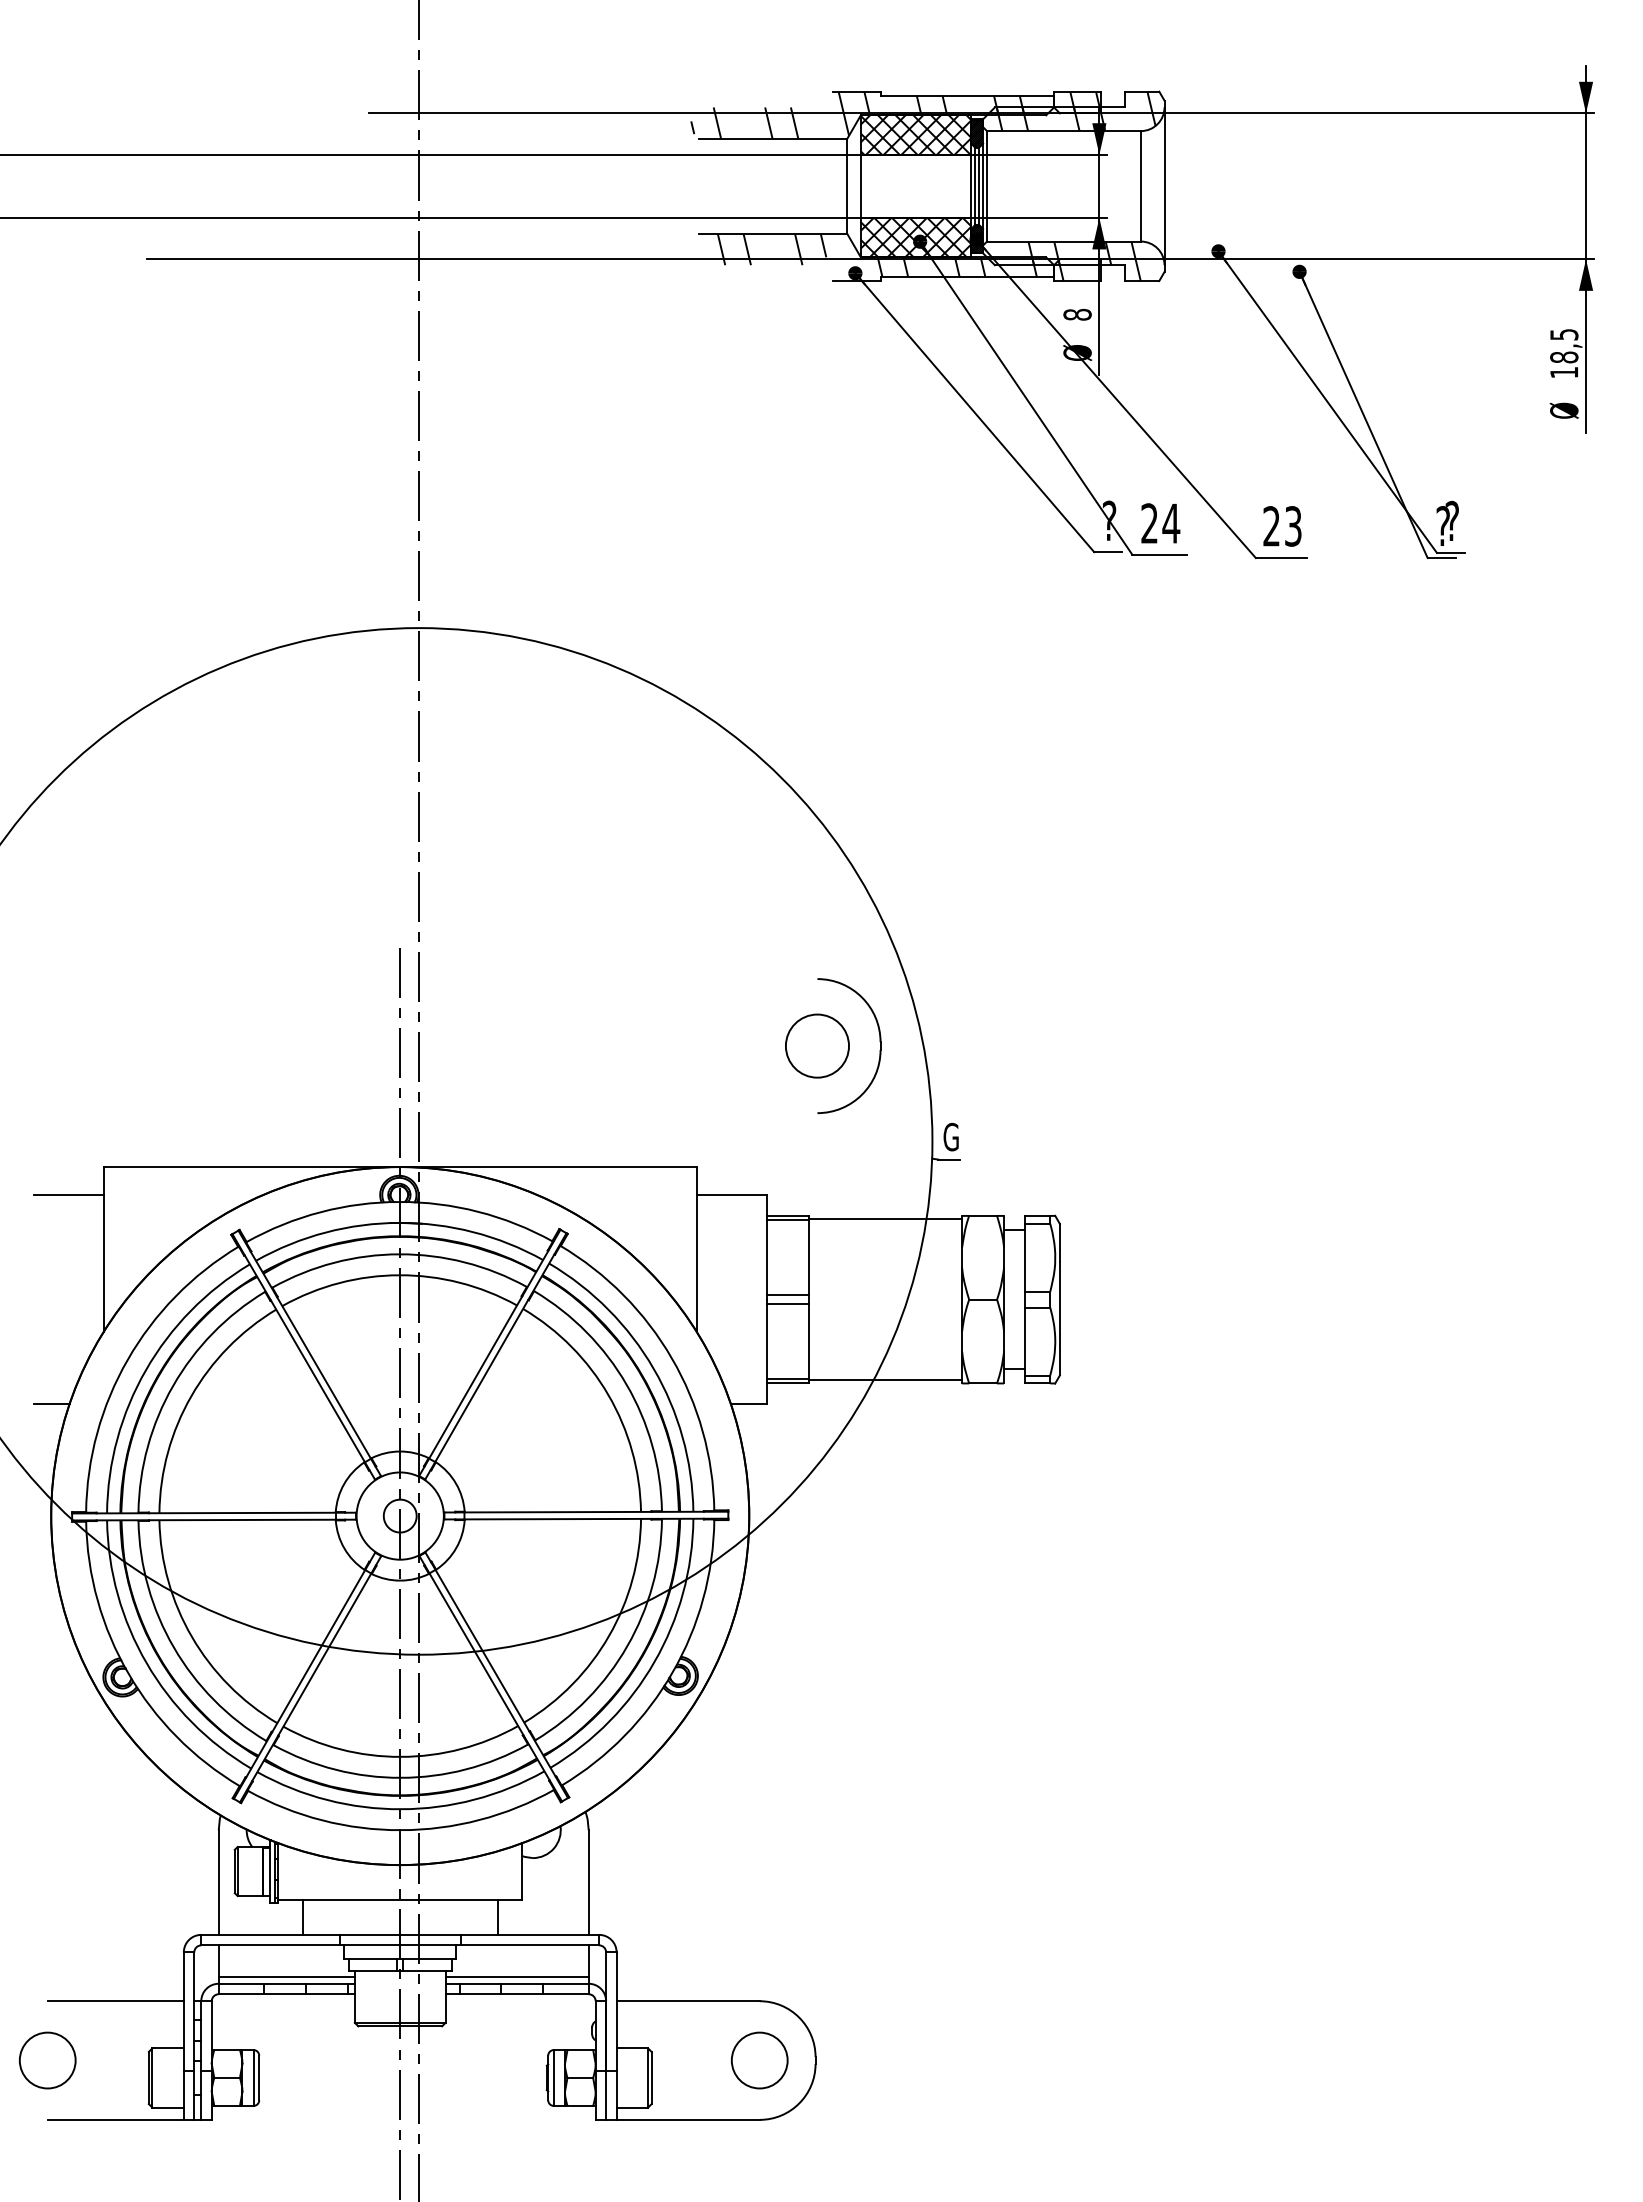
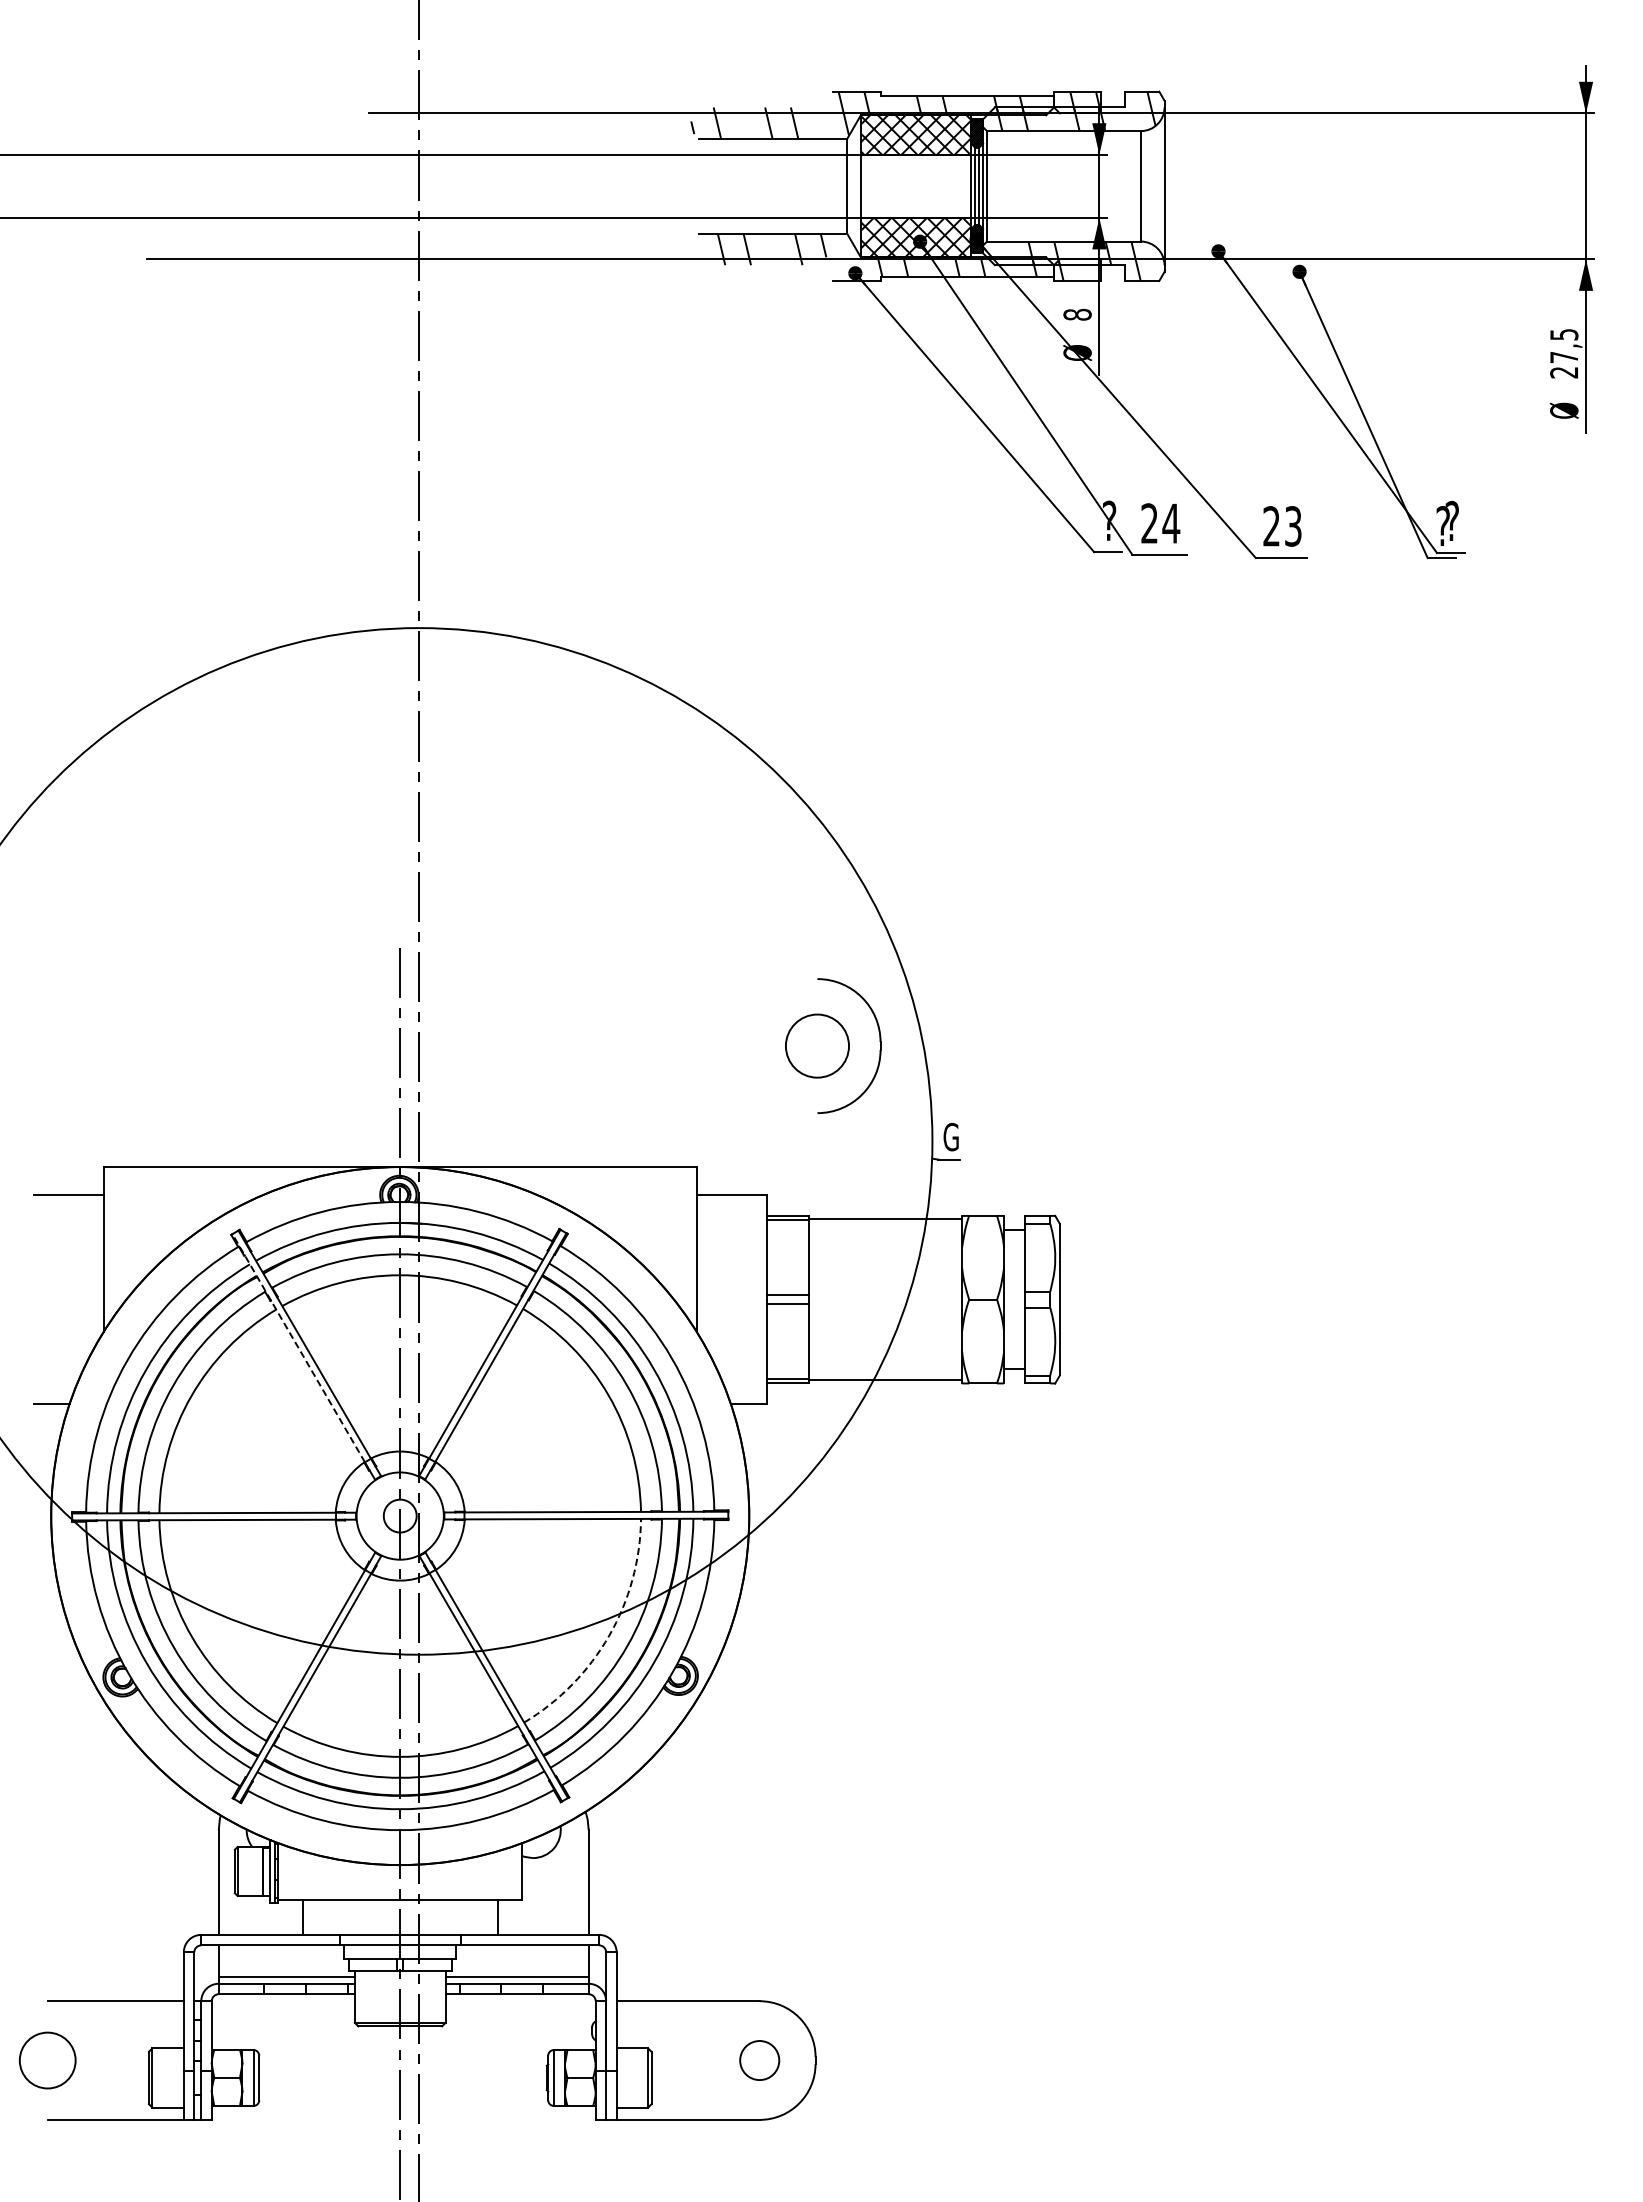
text at (1564, 364): 18,5 -> 27,5
line at (298, 1348): solid -> dashed
arc at (609, 1635): solid -> dashed
circle at (759, 2060) diameter: 56 px -> 39 px
